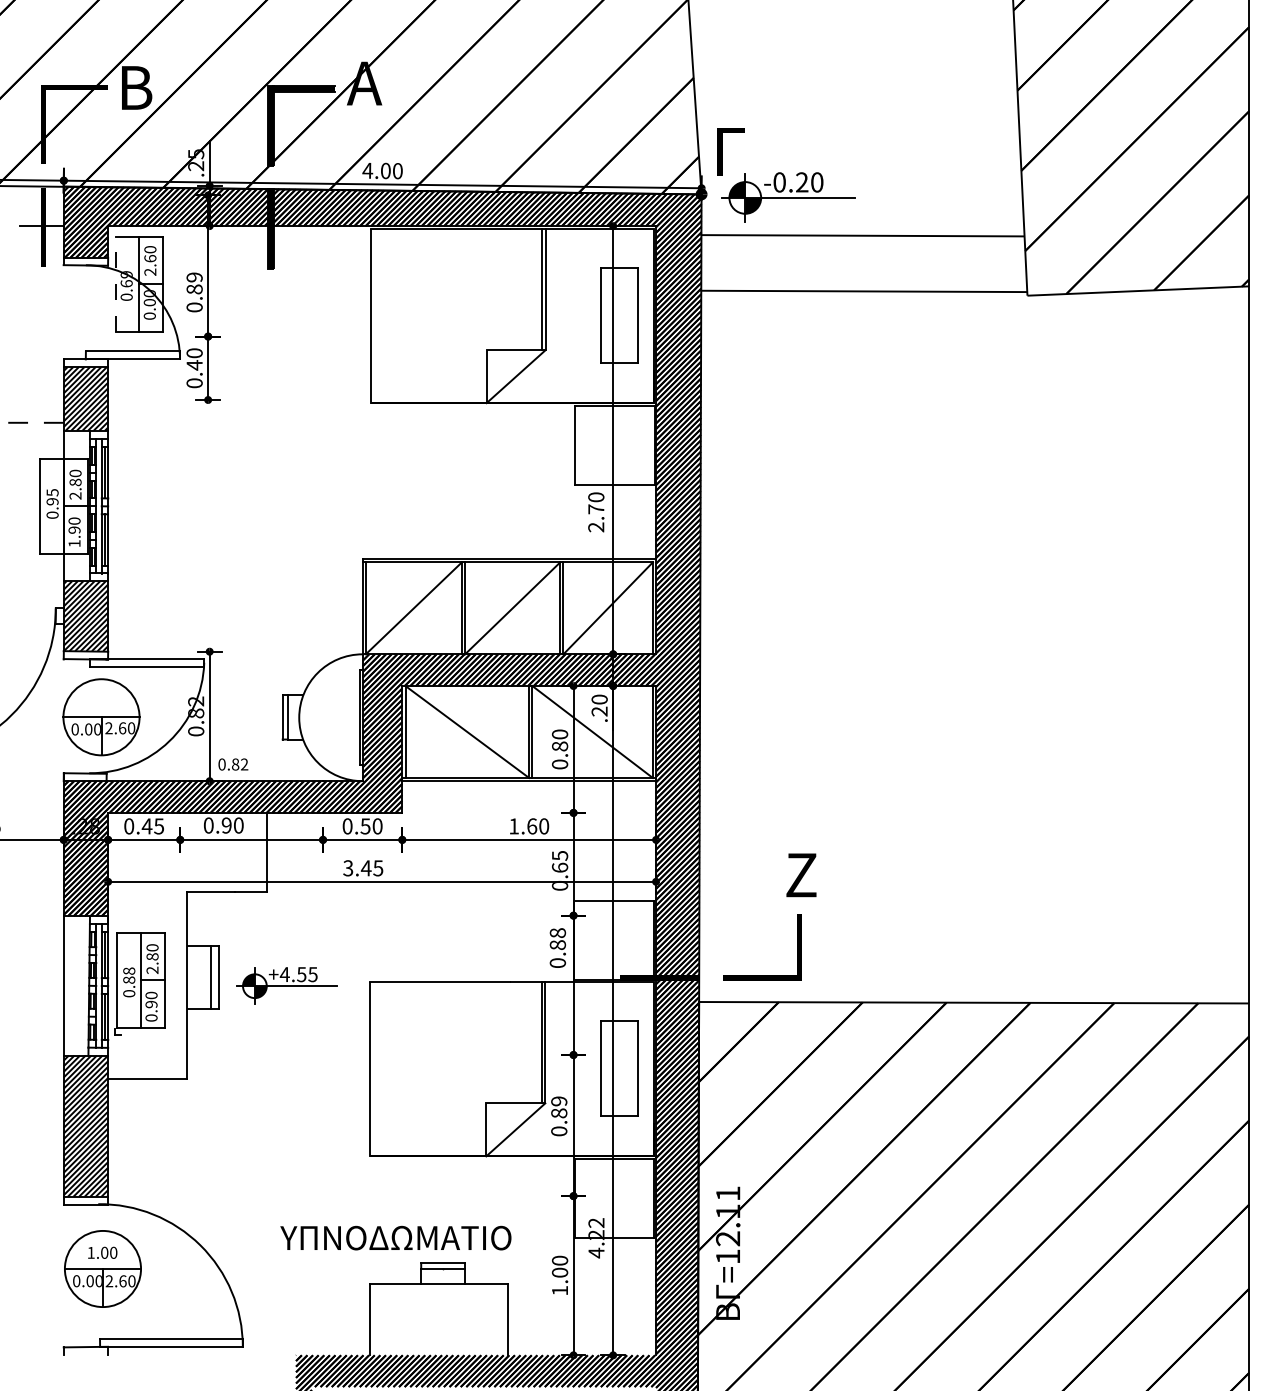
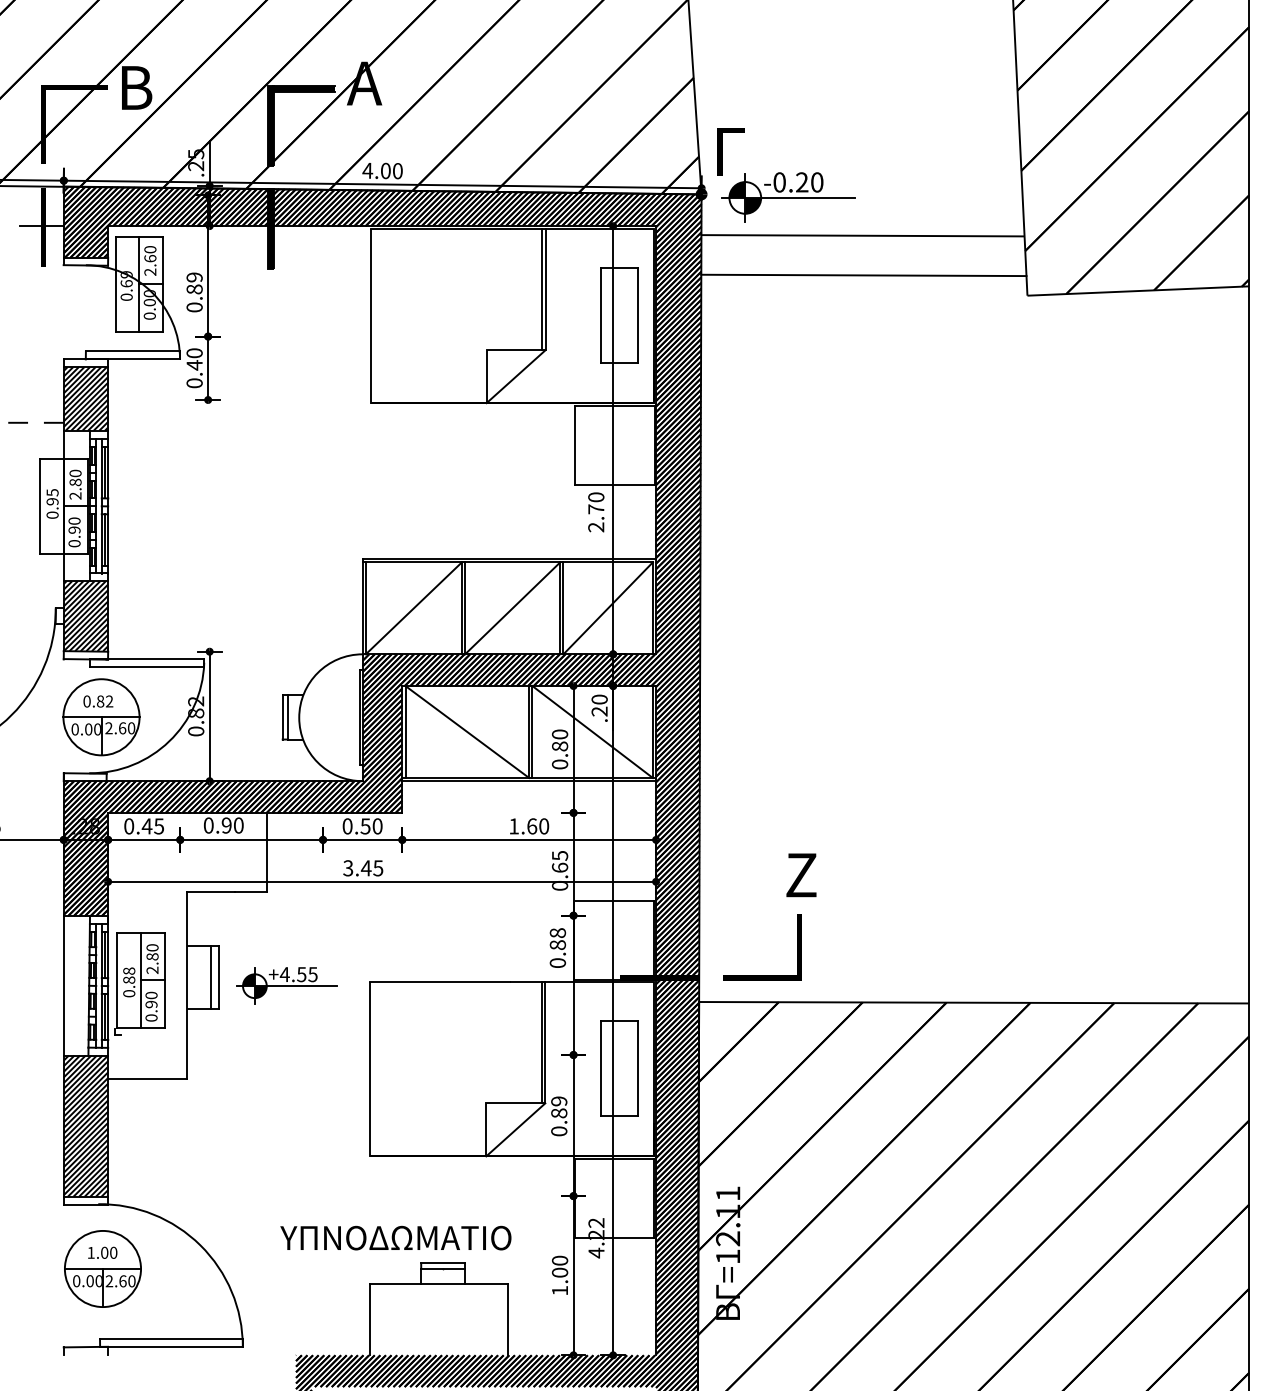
line at (115, 284): dashed -> solid
line at (863, 291) position: (863, 291) -> (863, 275)
text at (74, 543): 1.90 -> 0.90
text at (233, 764) position: (233, 764) -> (98, 701)
